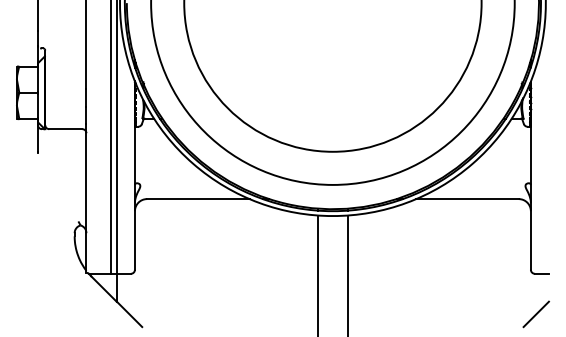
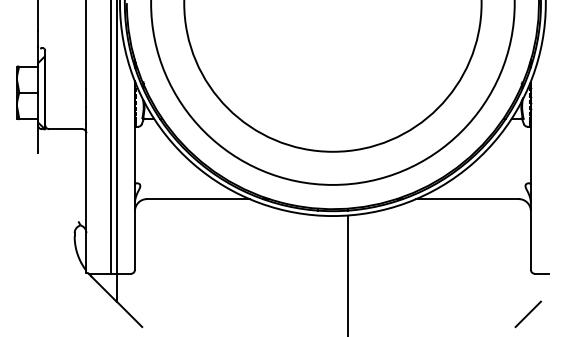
line at (317, 274): present -> none
line at (535, 314) position: (535, 314) -> (527, 314)
